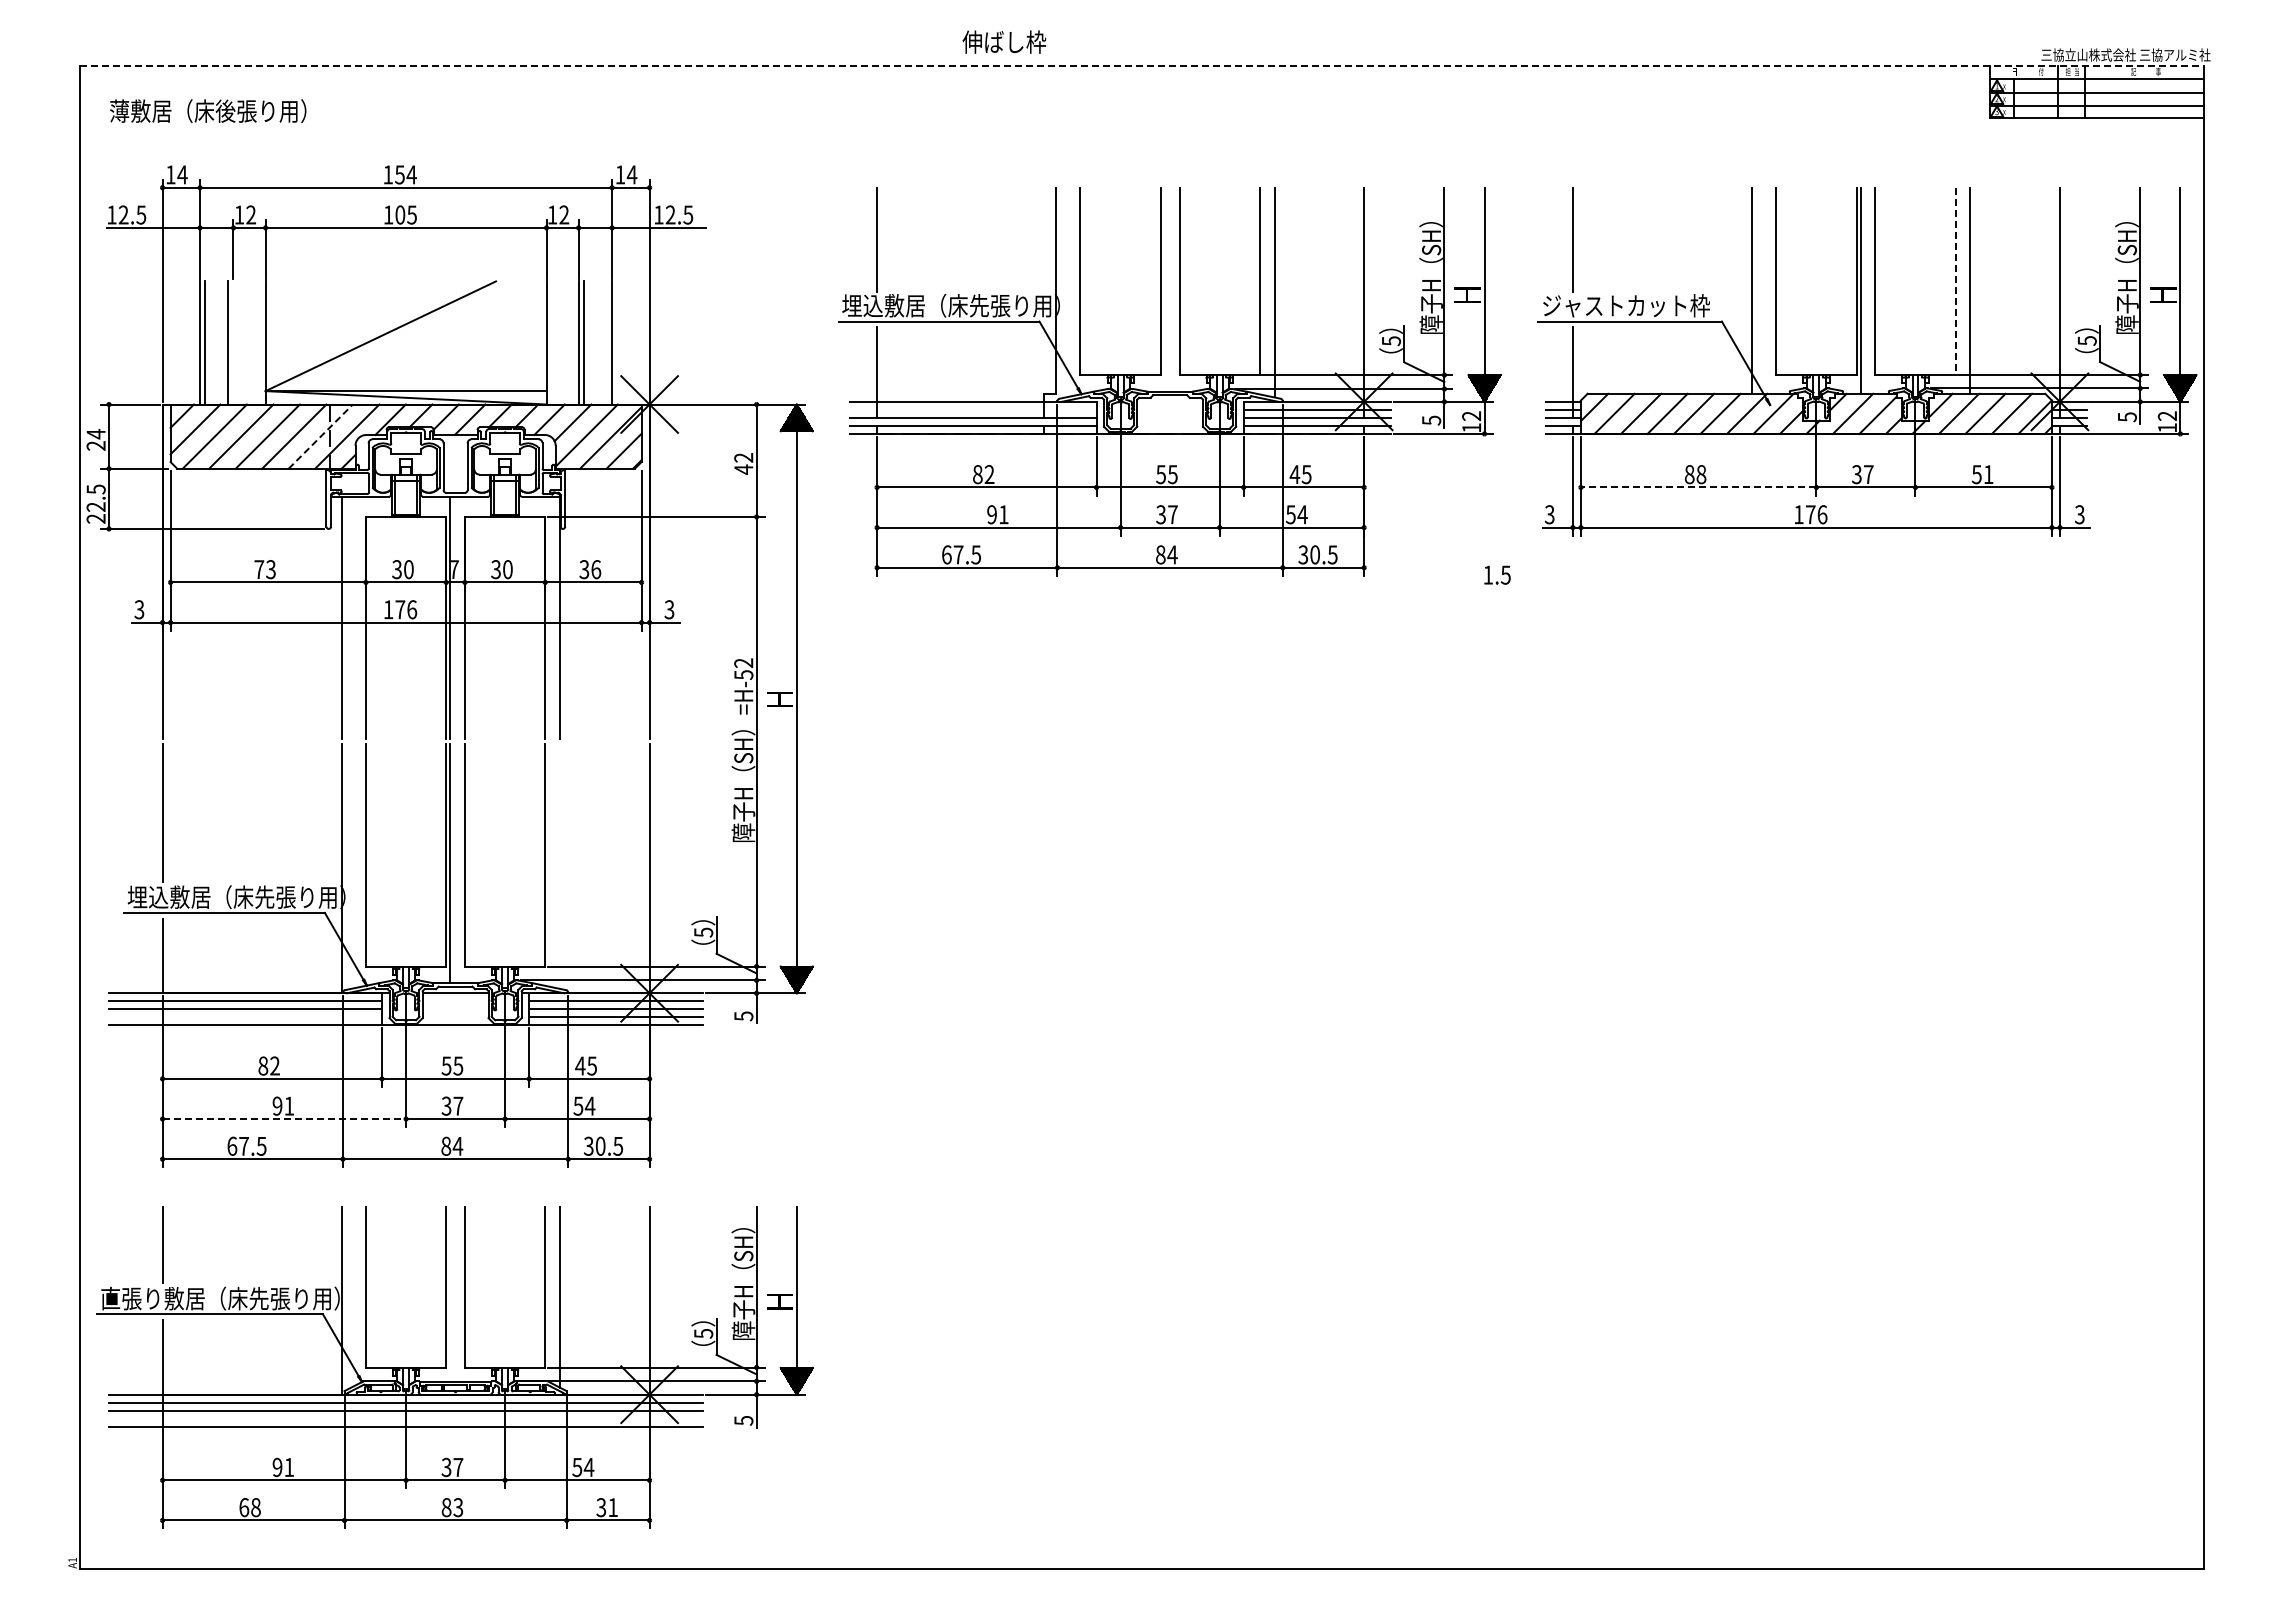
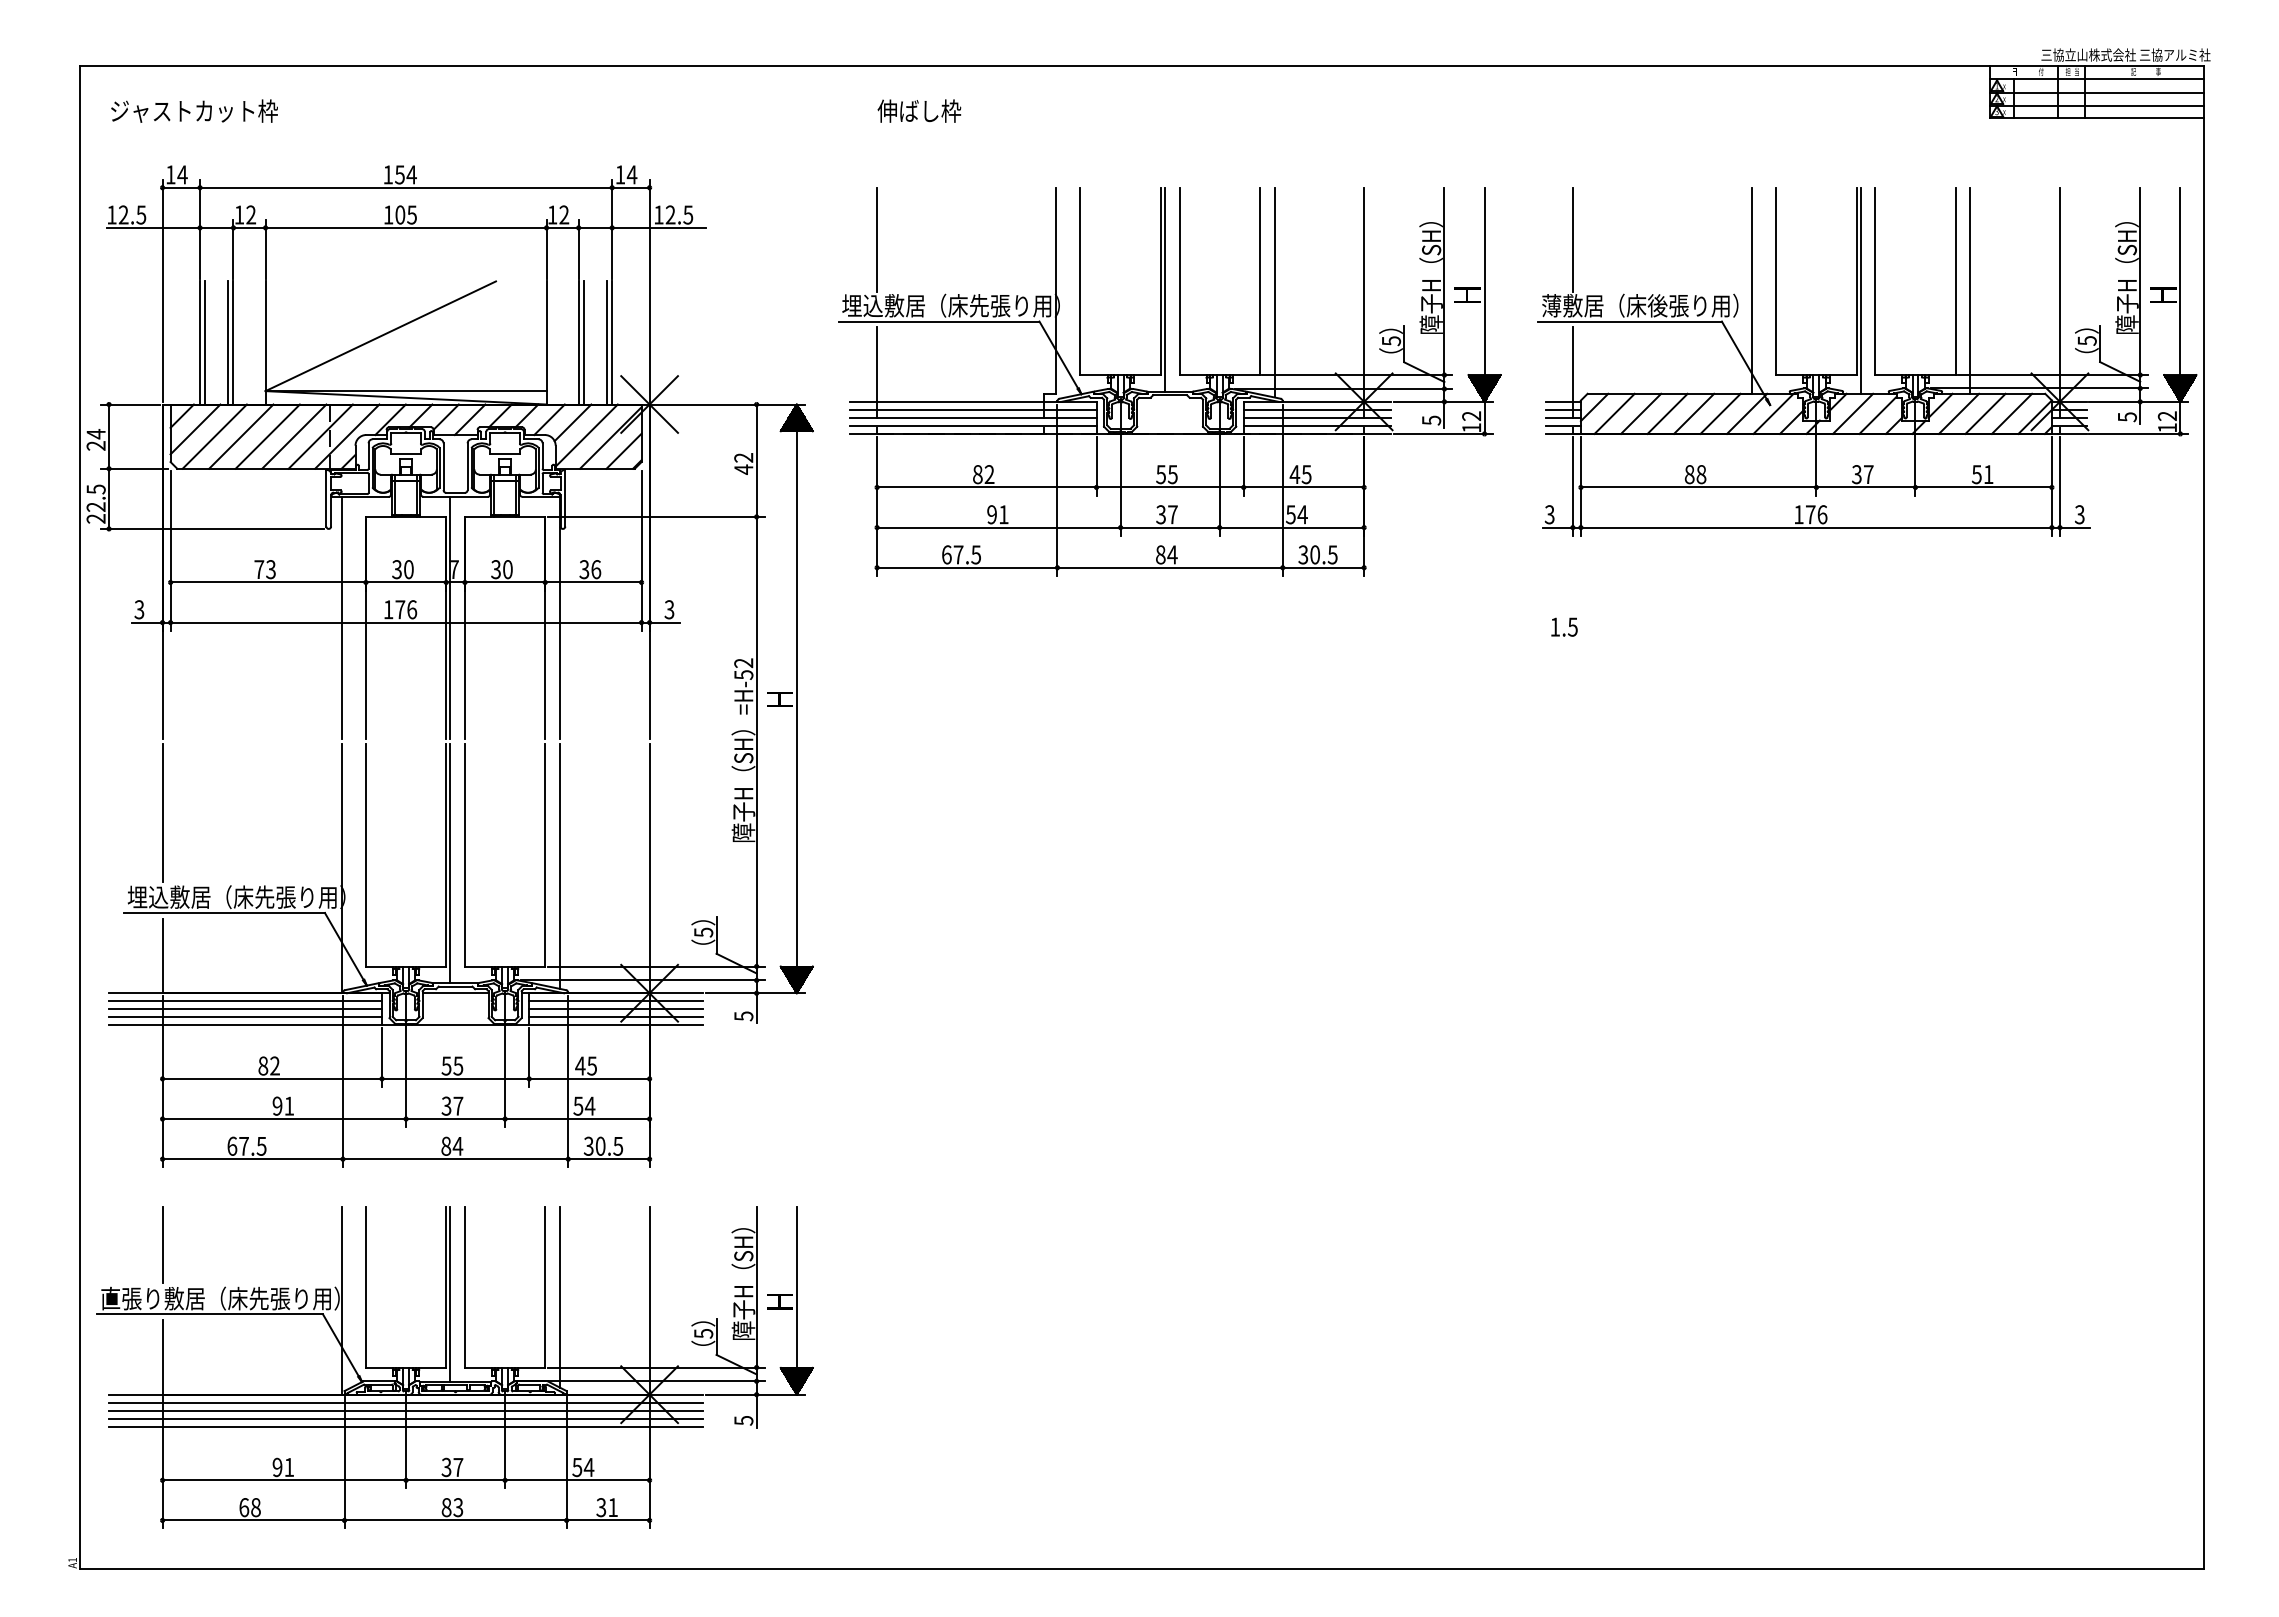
text at (1004, 41) position: (1004, 41) -> (919, 110)
line at (1142, 65): dashed -> solid
text at (208, 111): 薄敷居（床後張り用） -> ジャストカット枠
line at (1955, 281): dashed -> solid
line at (1164, 289): none -> present
text at (1640, 305): ジャストカット枠 -> 薄敷居（床後張り用）
line at (233, 342): none -> present
line at (606, 342): none -> present
line at (973, 409): none -> present
line at (321, 436): dashed -> solid
line at (1698, 487): dashed -> solid
text at (1497, 574) position: (1497, 574) -> (1564, 626)
line at (559, 866): none -> present
line at (245, 1017): none -> present
line at (284, 1119): dashed -> solid
line at (450, 1294): none -> present
line at (406, 1418): none -> present
